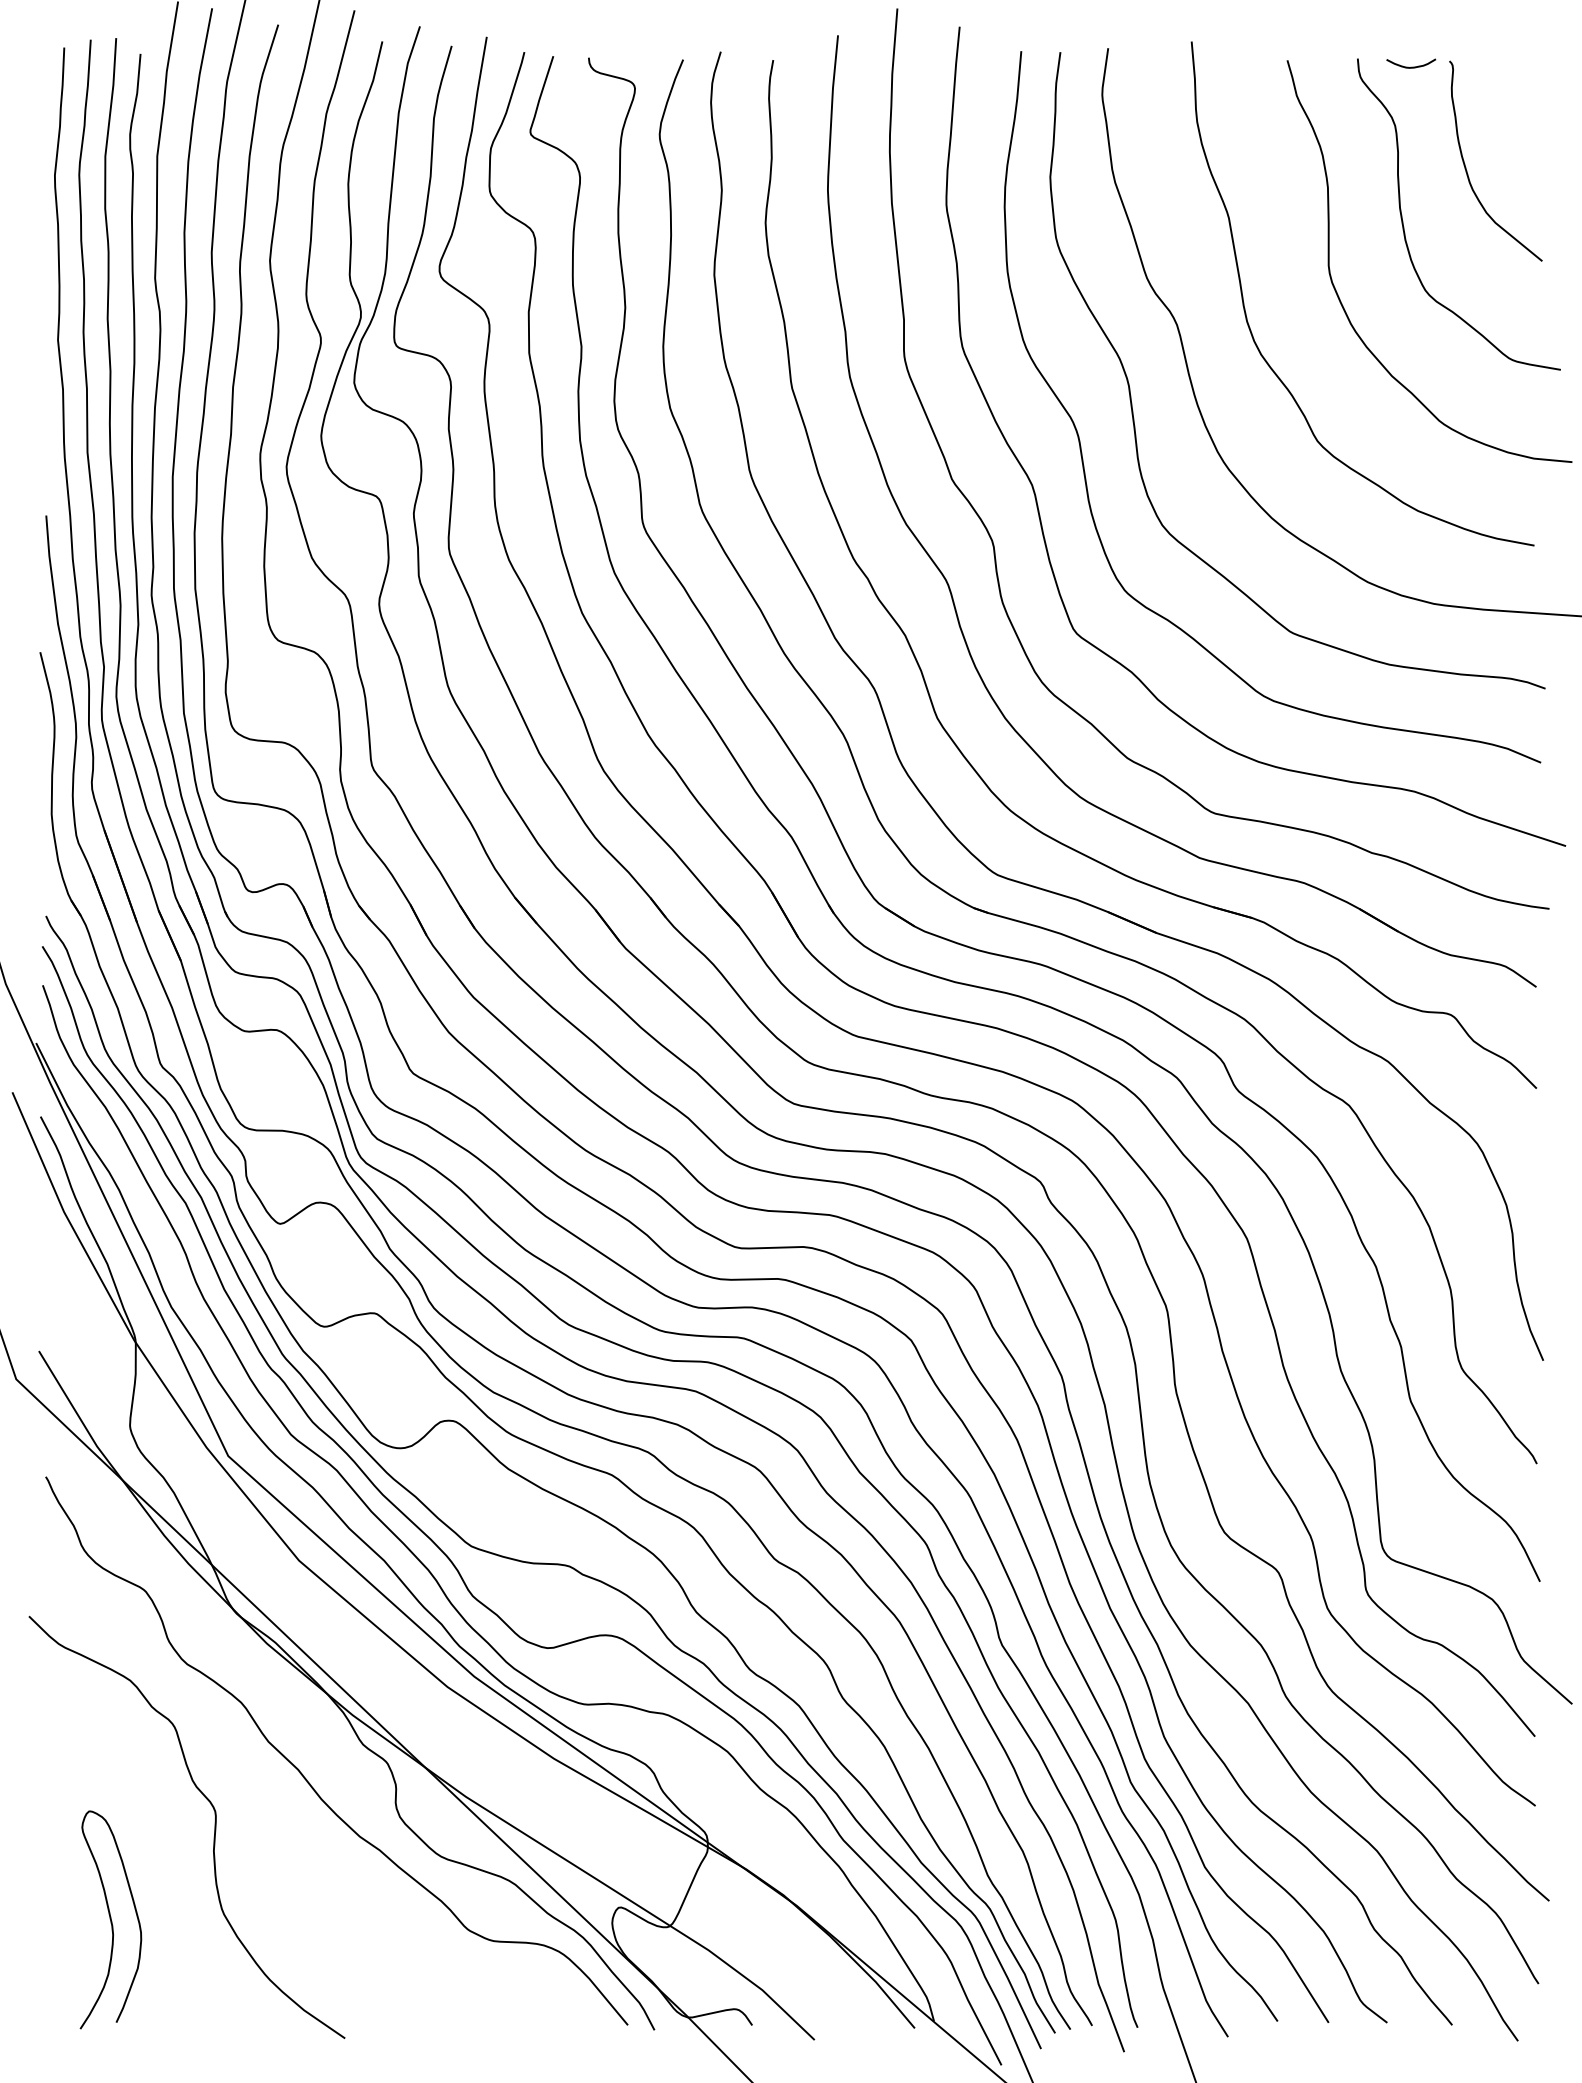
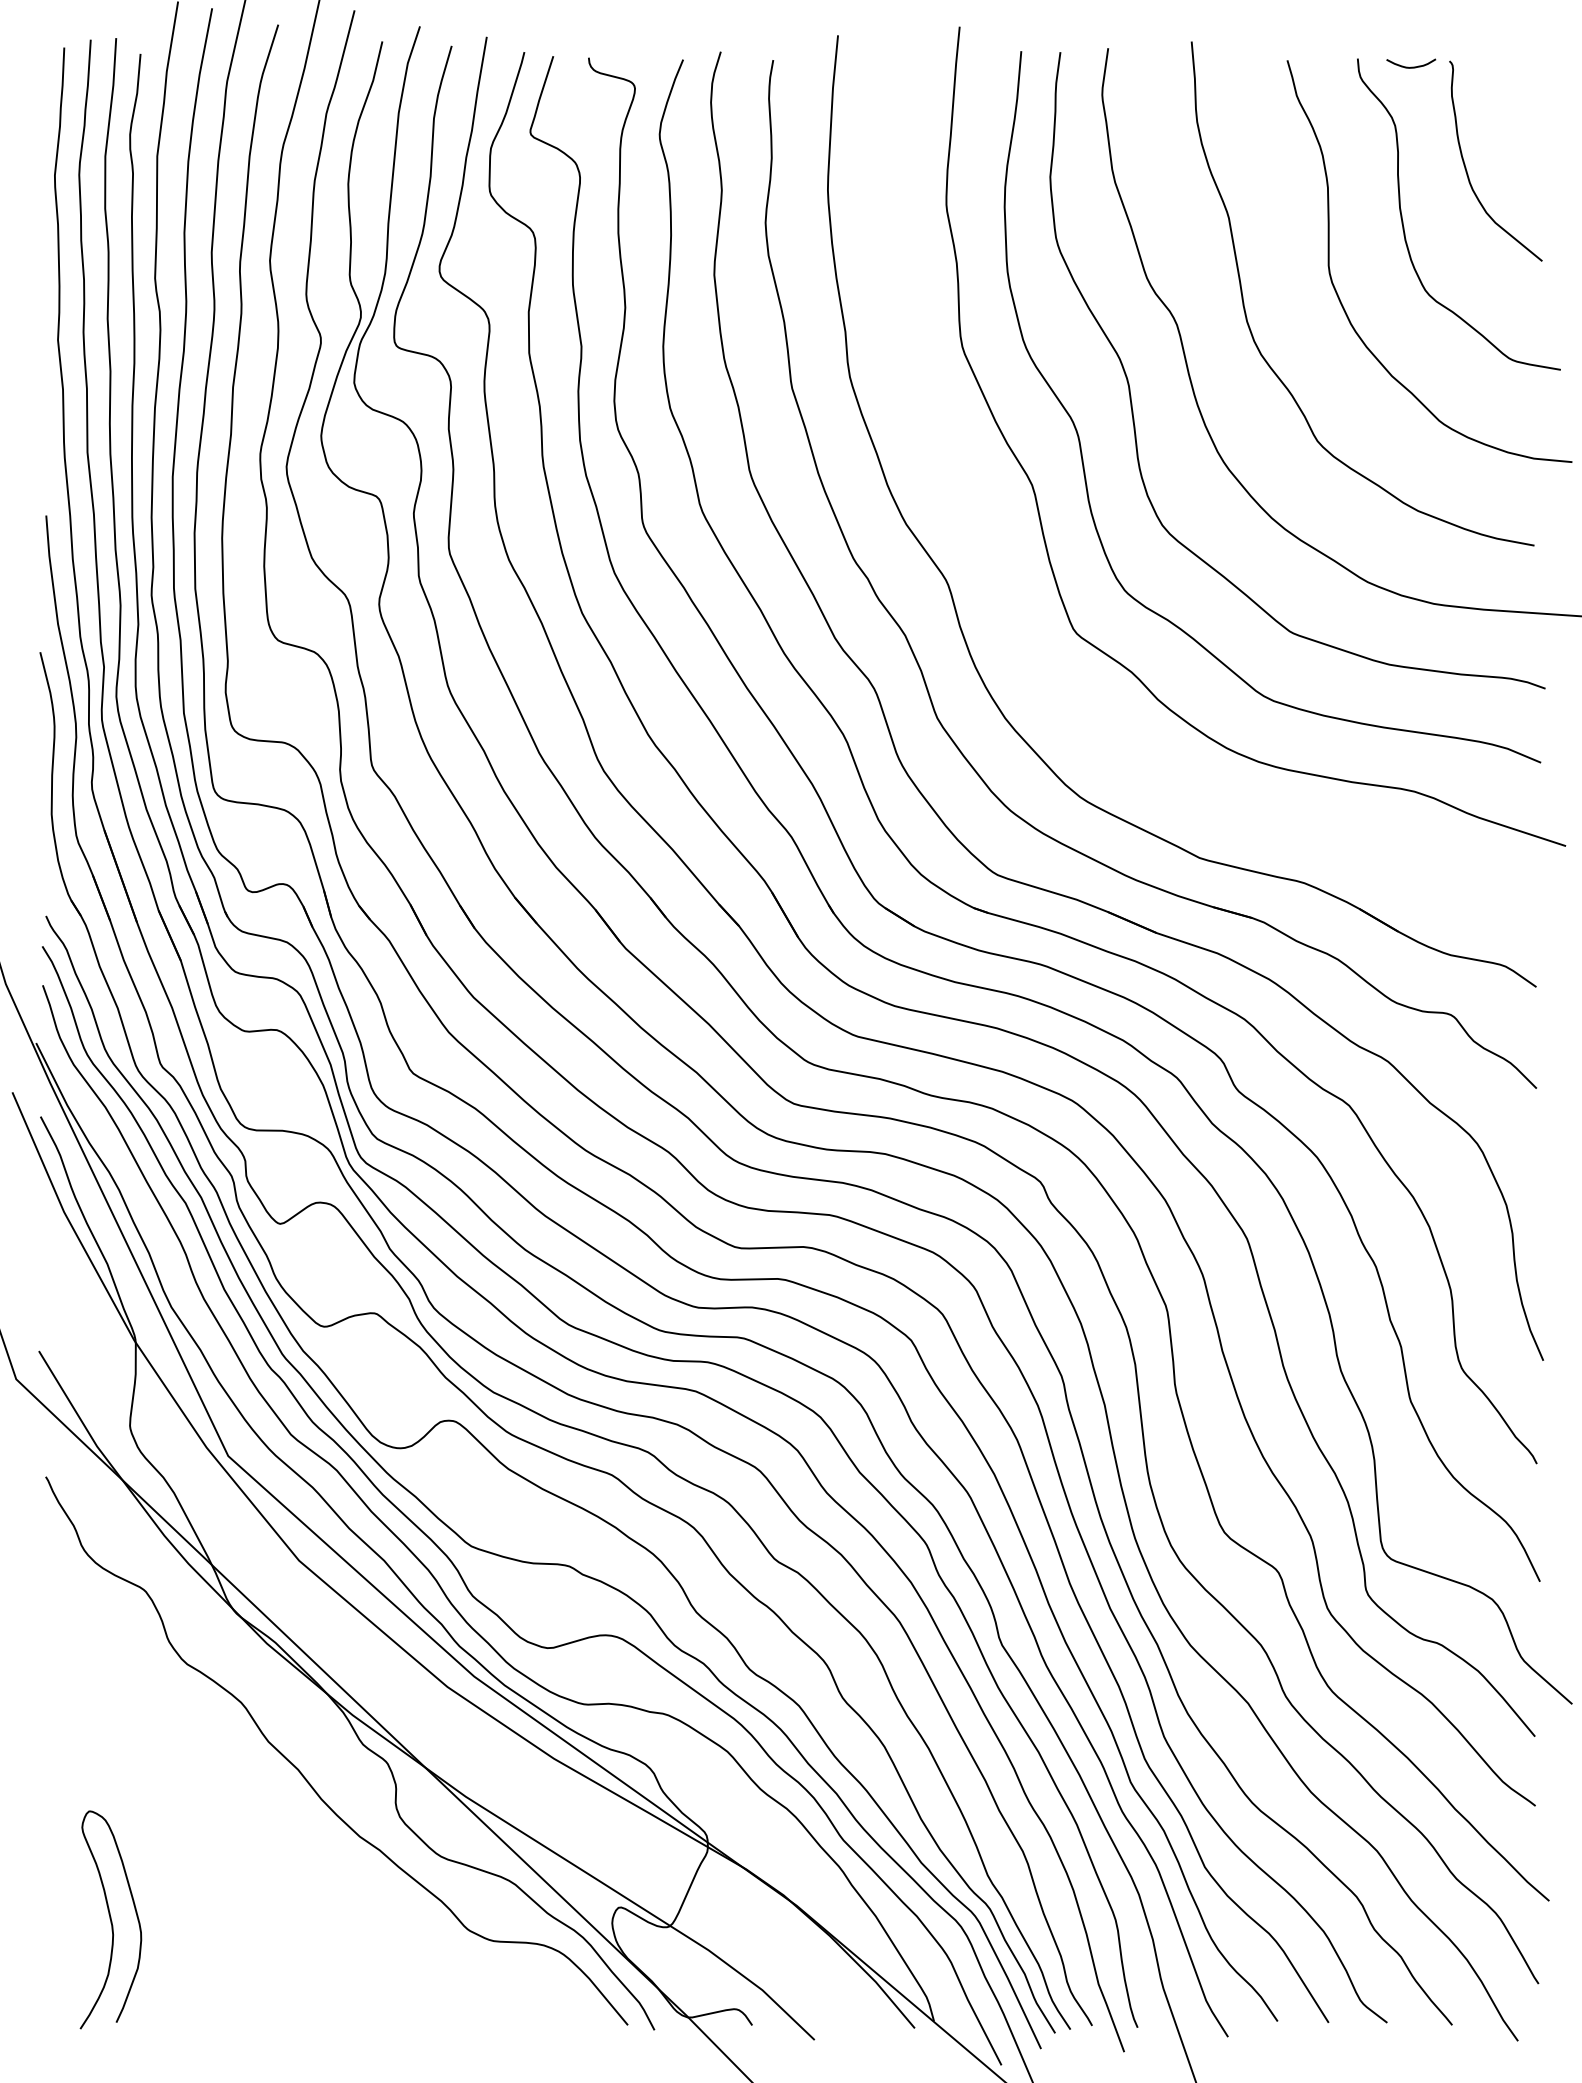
curve at (992, 538): present -> none
curve at (214, 1826): present -> none
